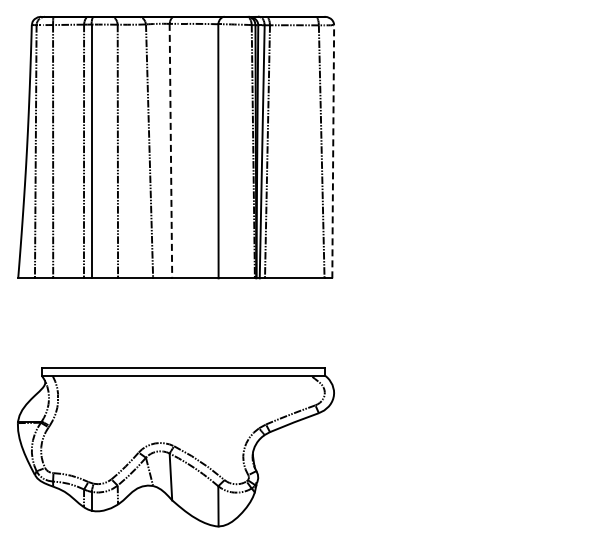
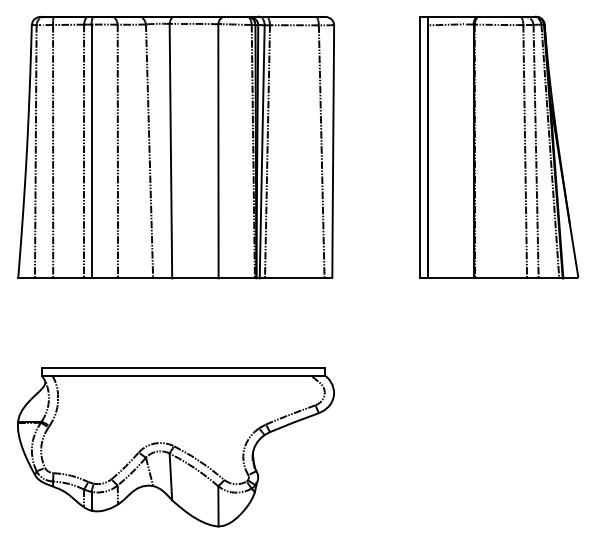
part at (499, 147): none -> present
line at (170, 151): dashed -> solid
line at (333, 153): dashed -> solid
